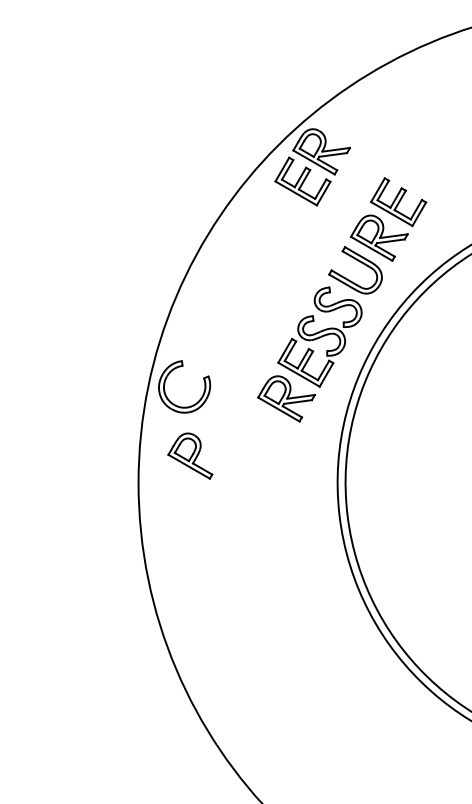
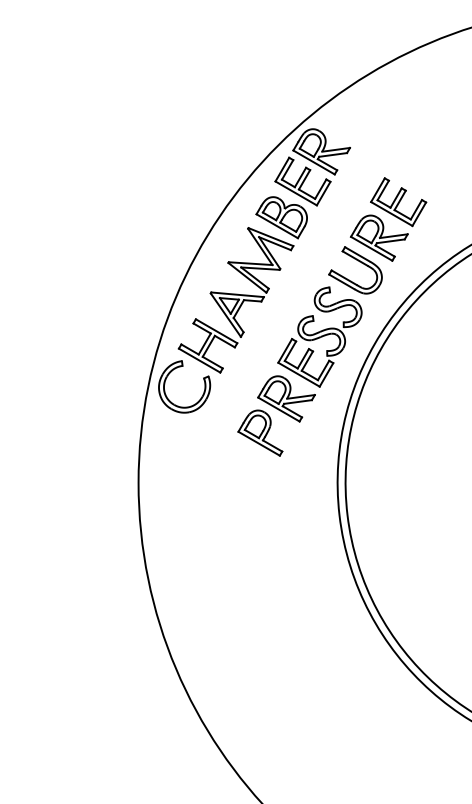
part at (247, 279): none -> present
part at (190, 455) position: (190, 455) -> (260, 432)
